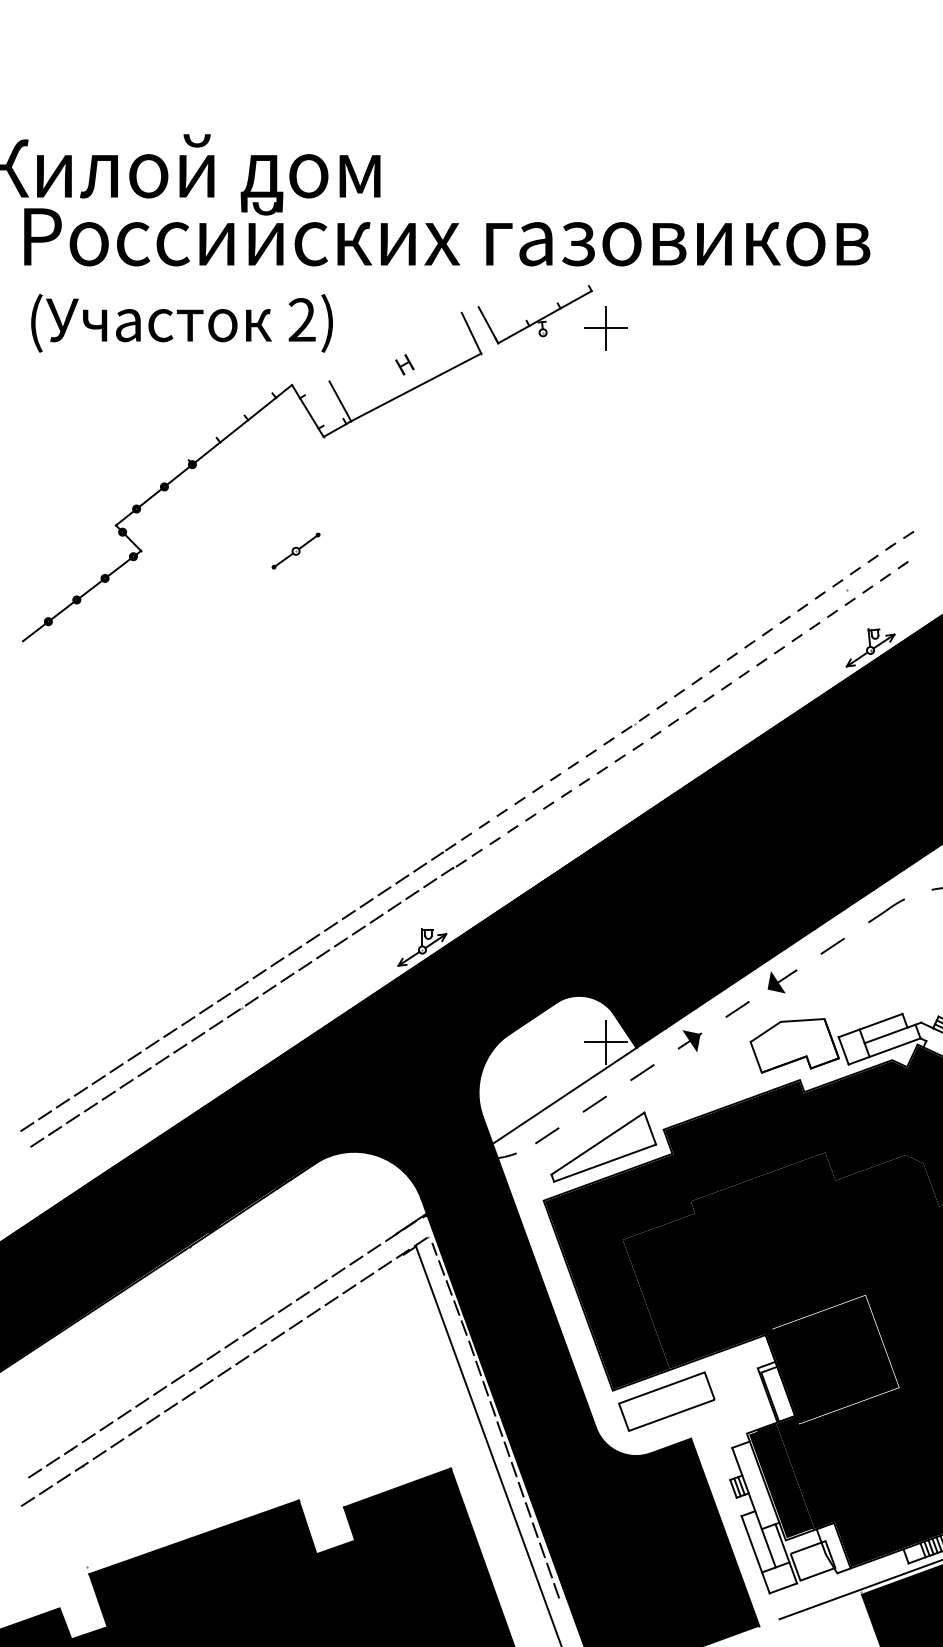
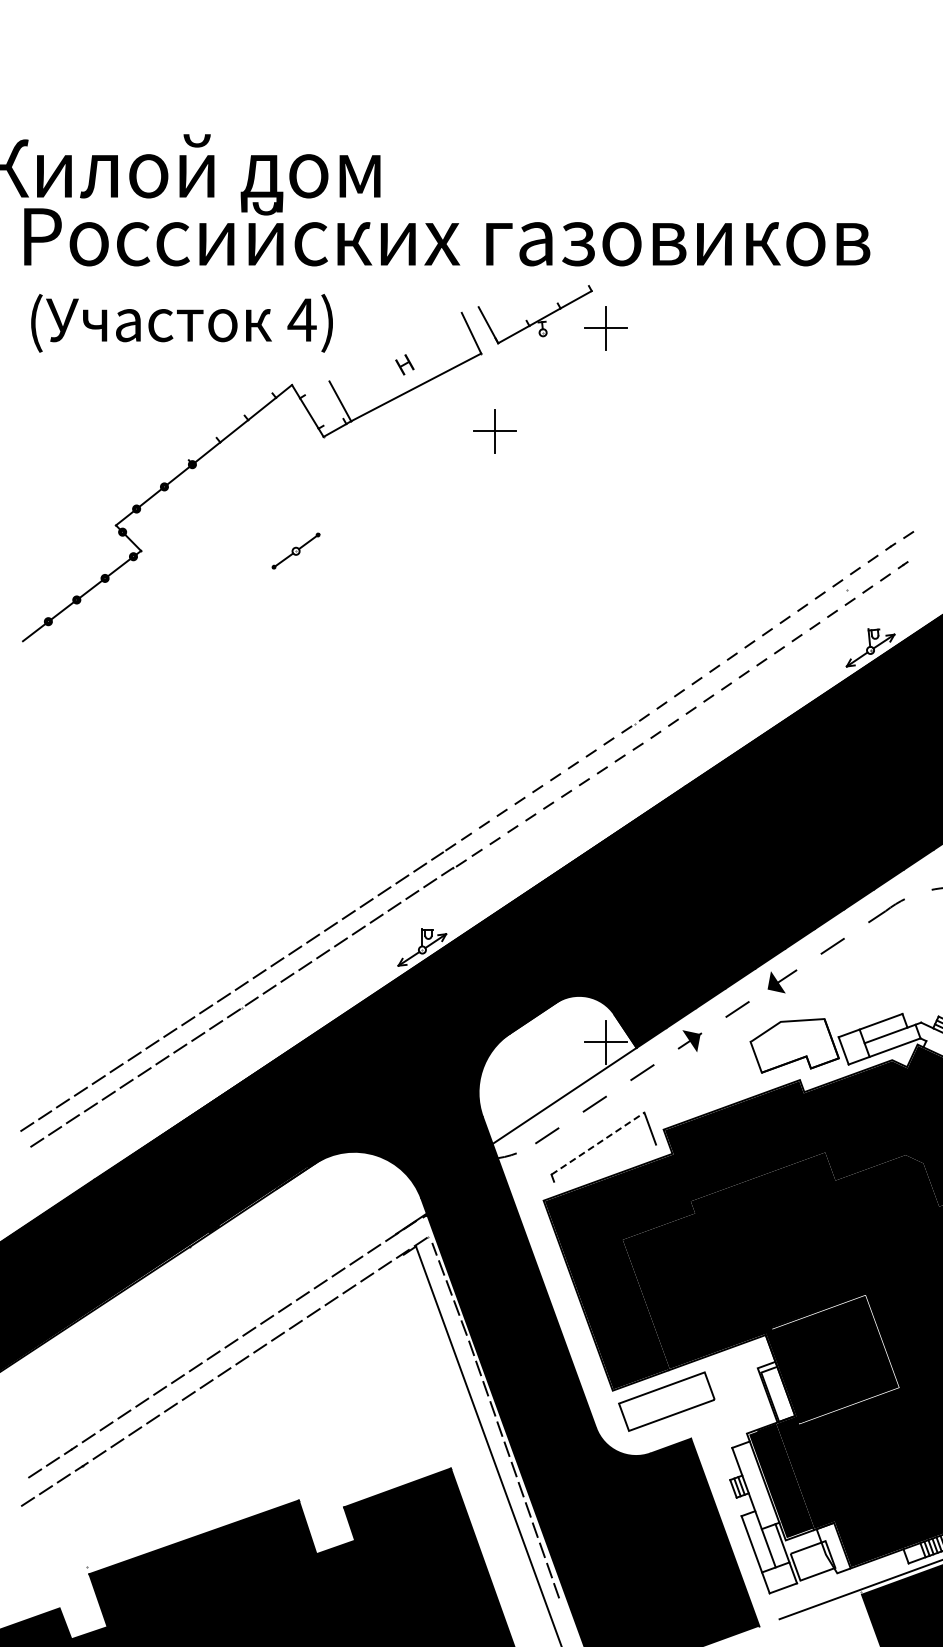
text at (301, 319): 2) -> 4)
part at (494, 431): none -> present
line at (597, 1143): solid -> dashed
line at (605, 1162): present -> none
